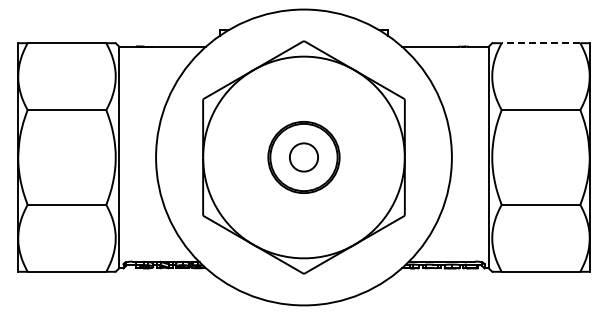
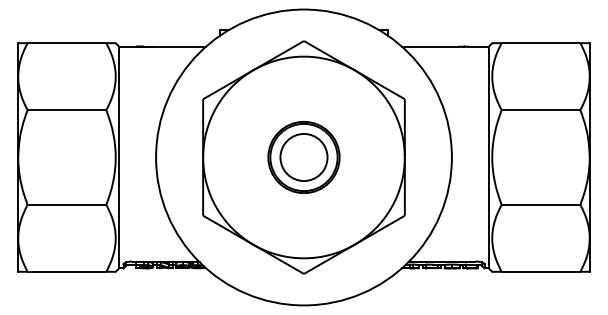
line at (540, 43): dashed -> solid
circle at (303, 157) diameter: 28 px -> 47 px
